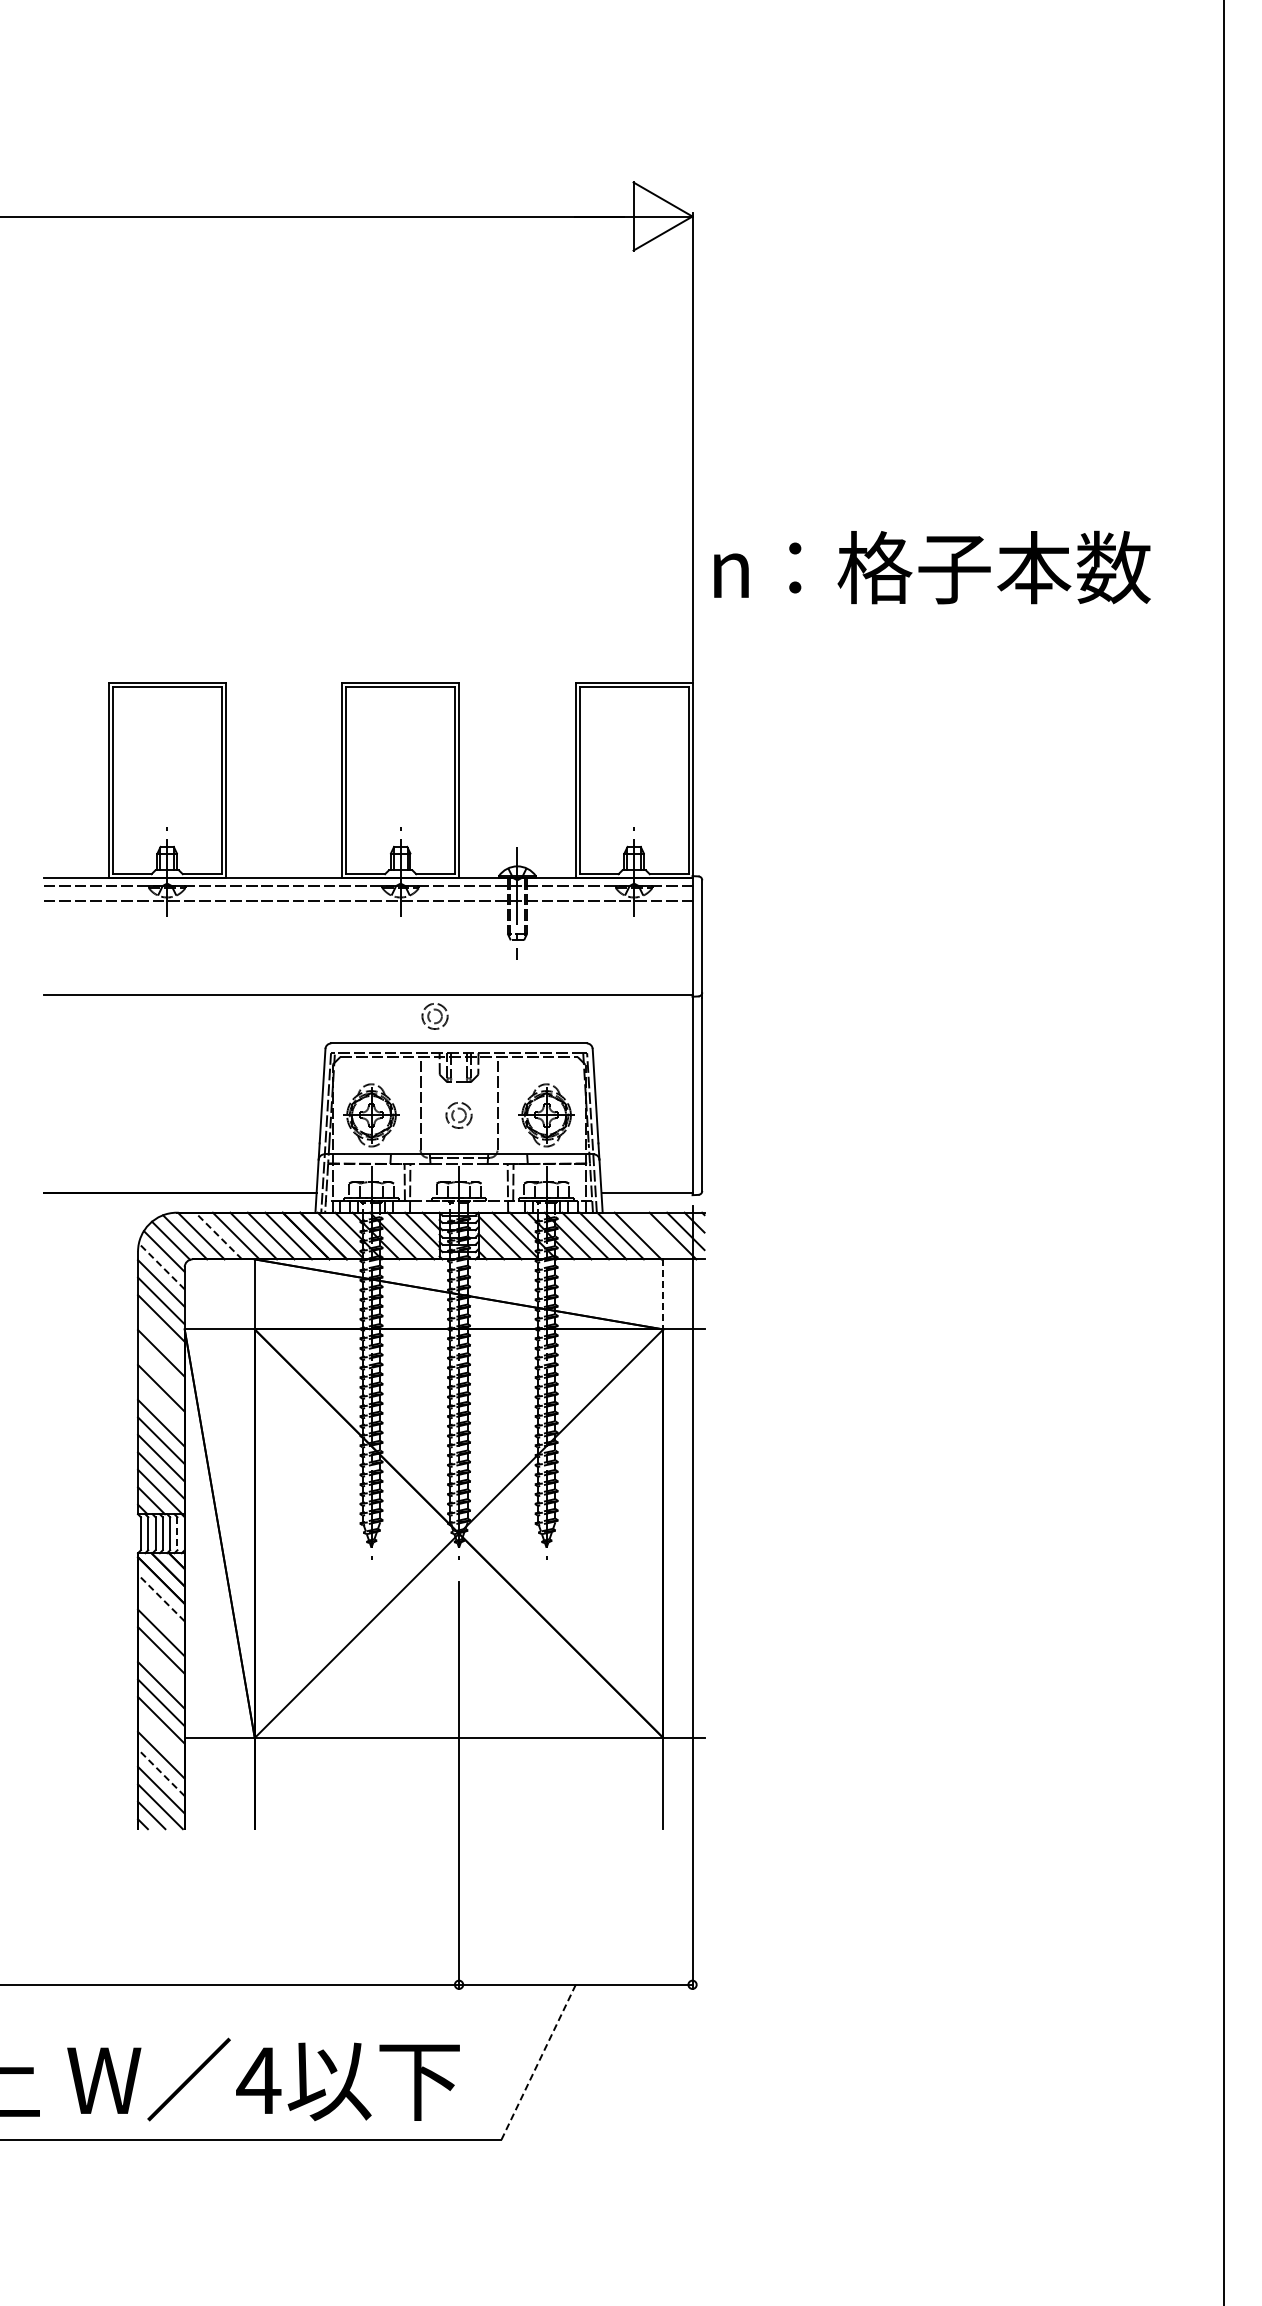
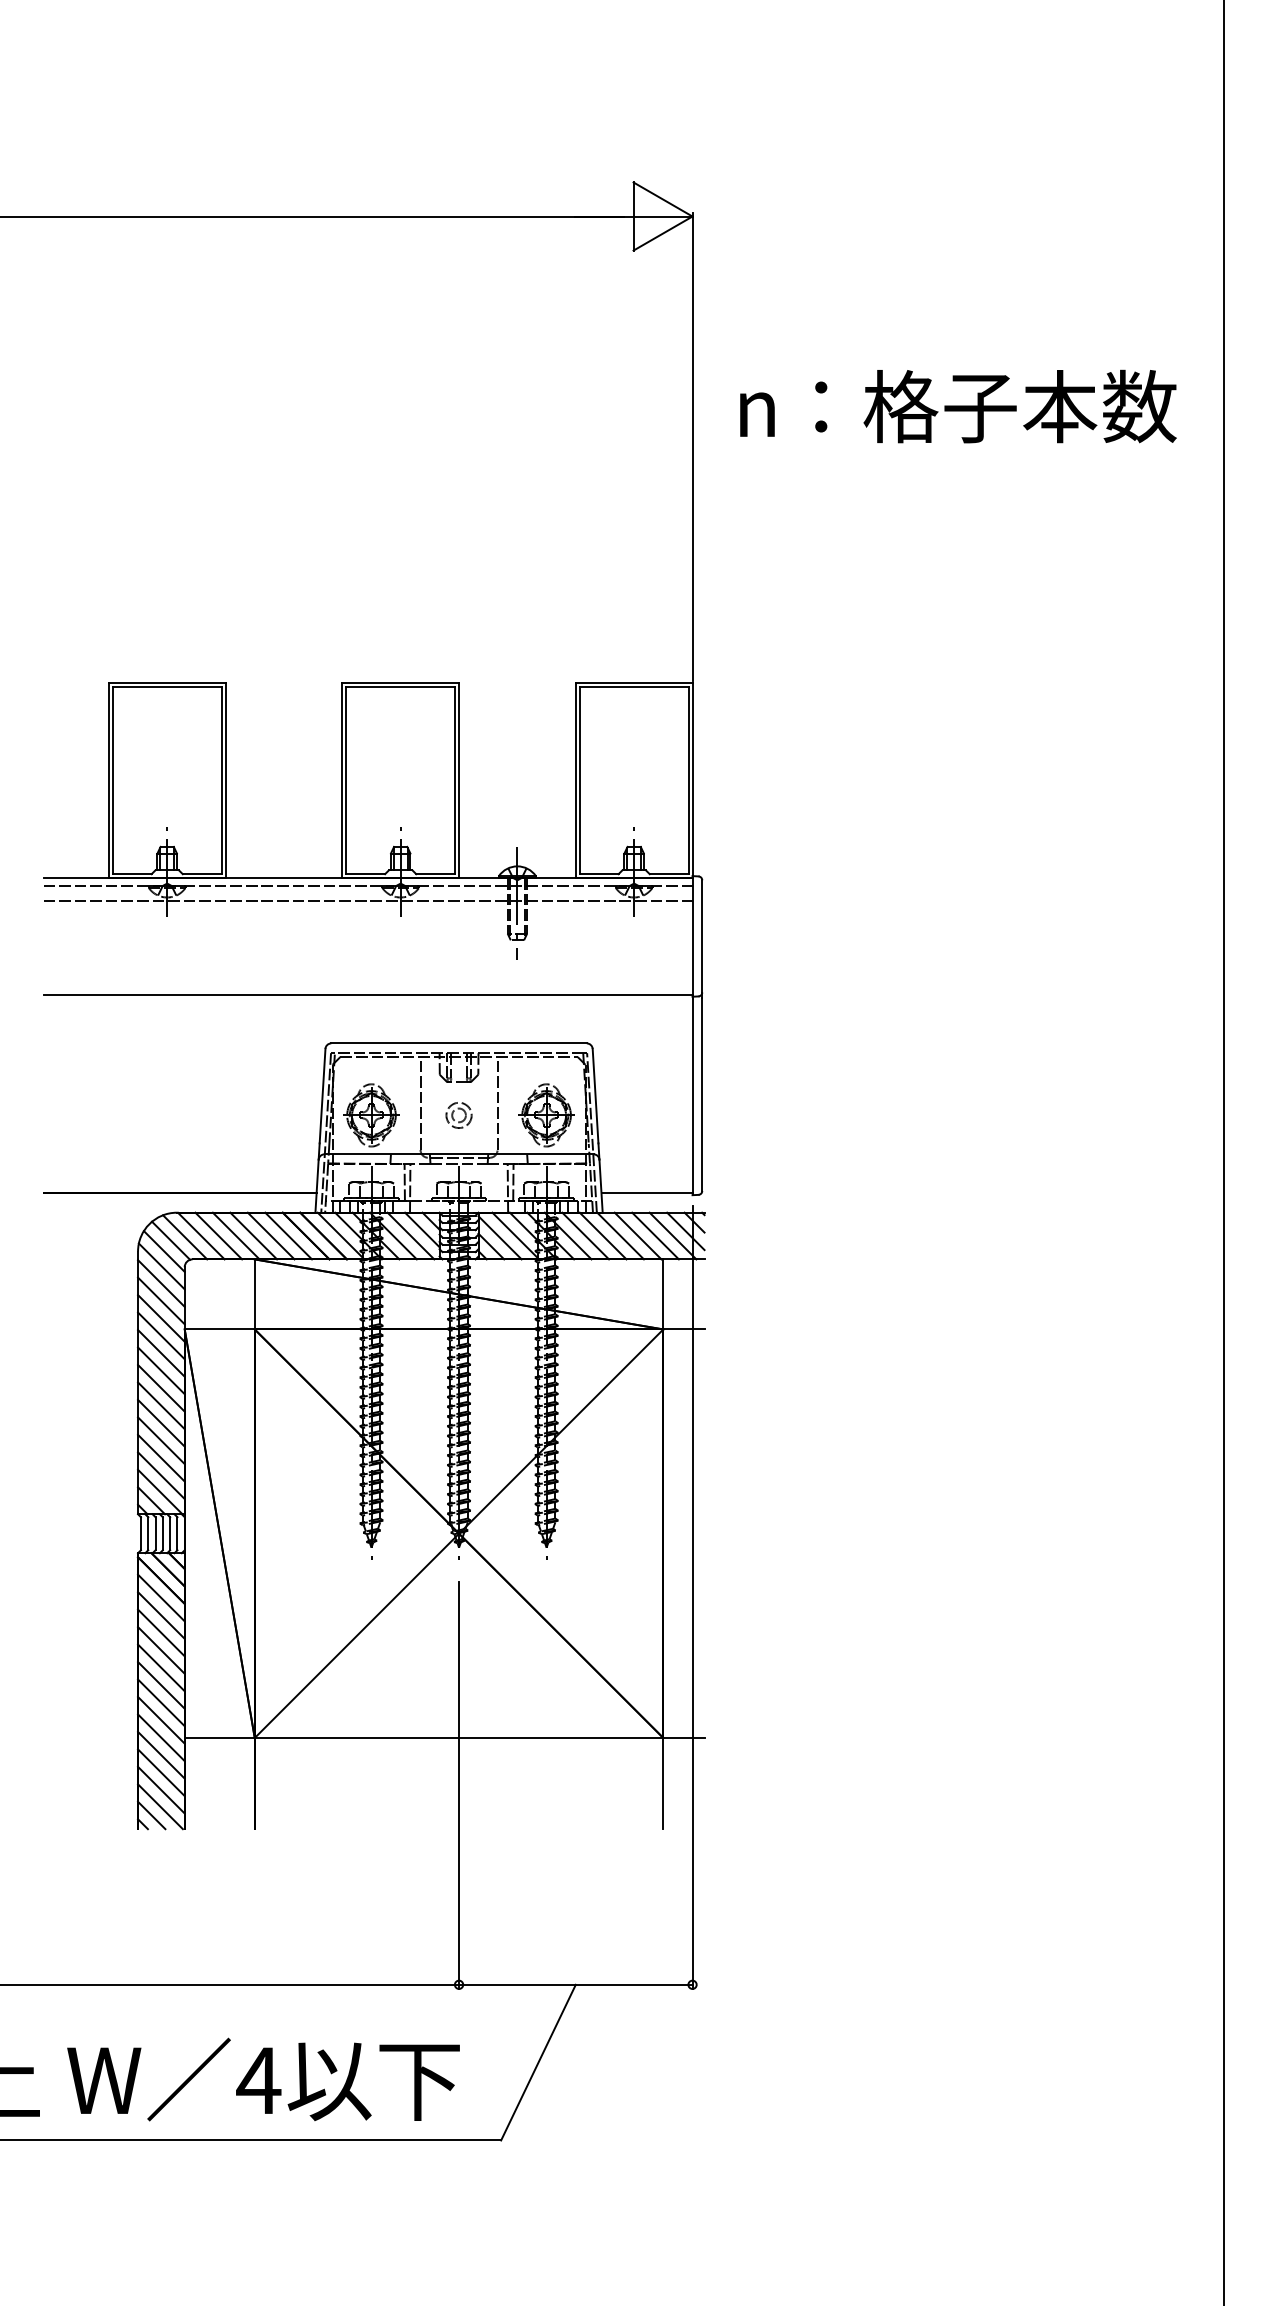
text at (932, 567) position: (932, 567) -> (958, 406)
part at (434, 1016): present -> none
line at (218, 1235): dashed -> solid
line at (655, 1235): none -> present
line at (161, 1266): dashed -> solid
line at (663, 1294): dashed -> solid
line at (161, 1335): none -> present
line at (161, 1370): none -> present
line at (161, 1405): none -> present
line at (177, 1533): dashed -> solid
line at (161, 1597): dashed -> solid
line at (161, 1615): none -> present
line at (161, 1667): none -> present
line at (161, 1737): none -> present
line at (161, 1772): dashed -> solid
line at (538, 2063): dashed -> solid
